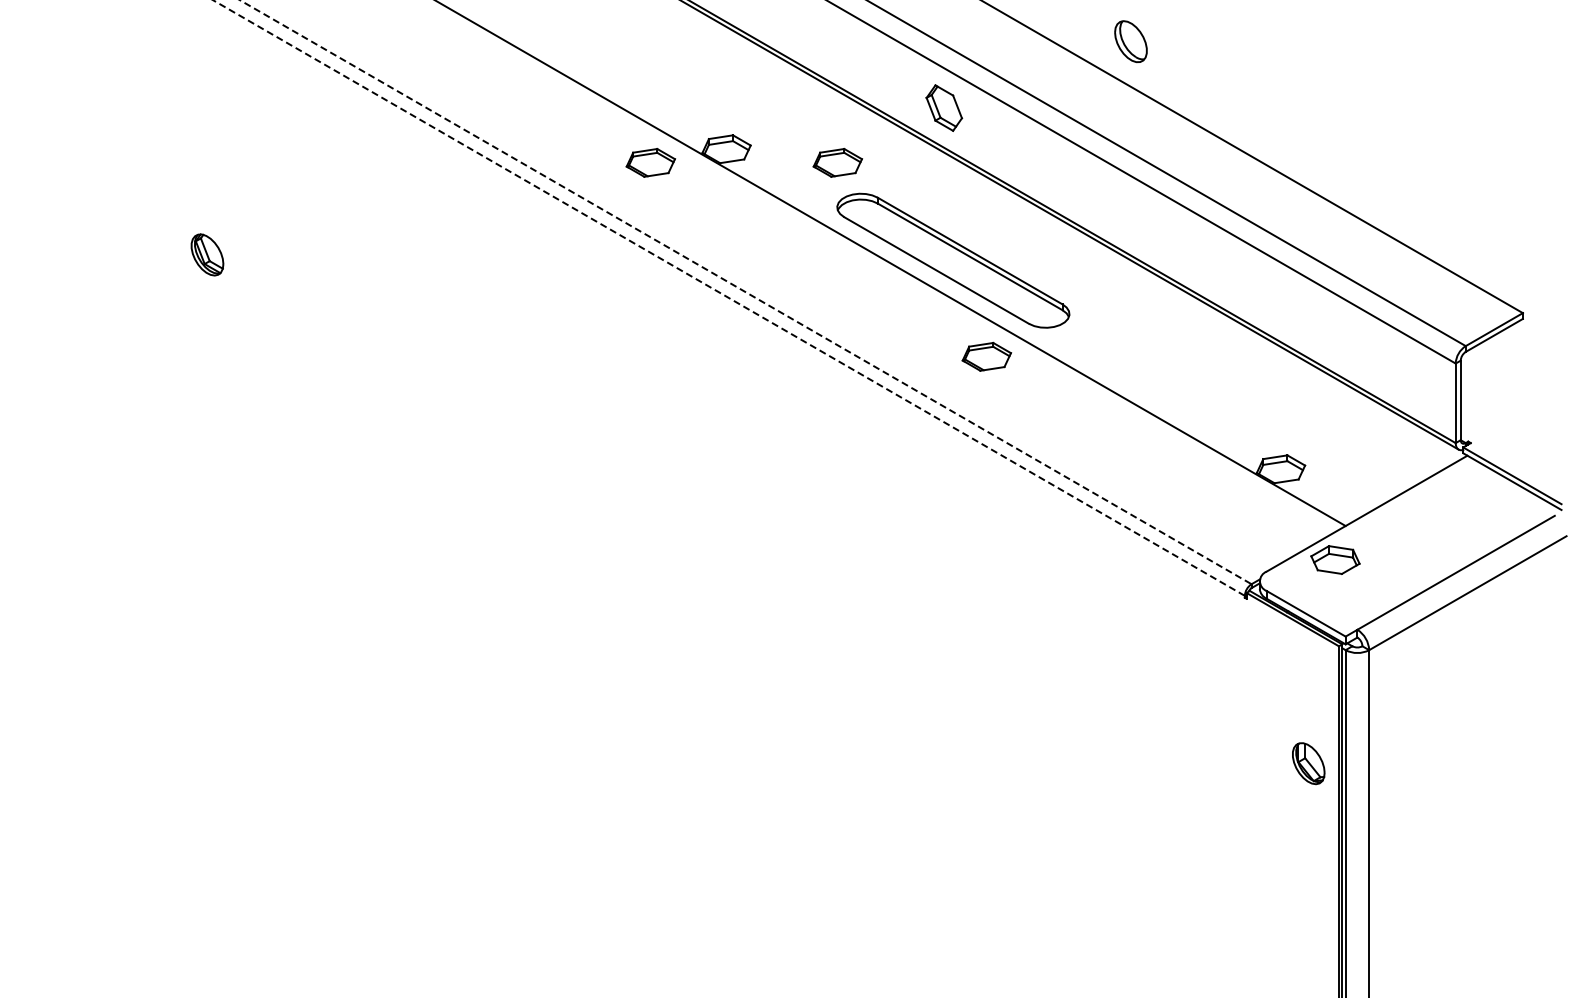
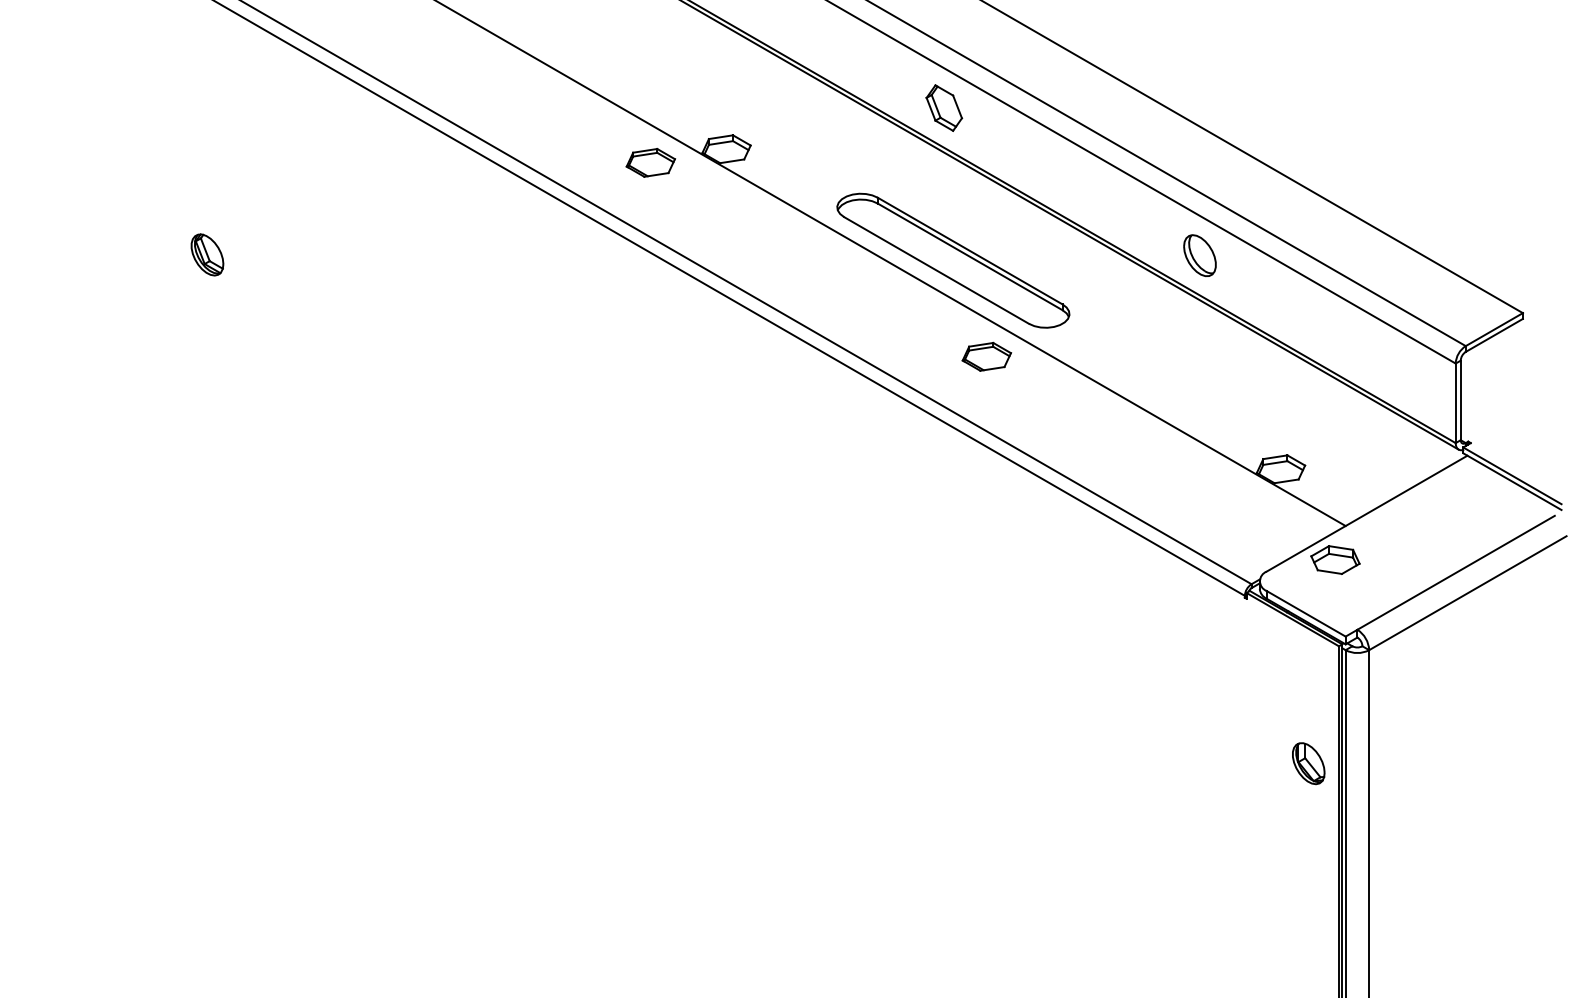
part at (1130, 41) position: (1130, 41) -> (1199, 255)
part at (837, 162): present -> none
line at (745, 292): dashed -> solid
line at (728, 297): dashed -> solid
